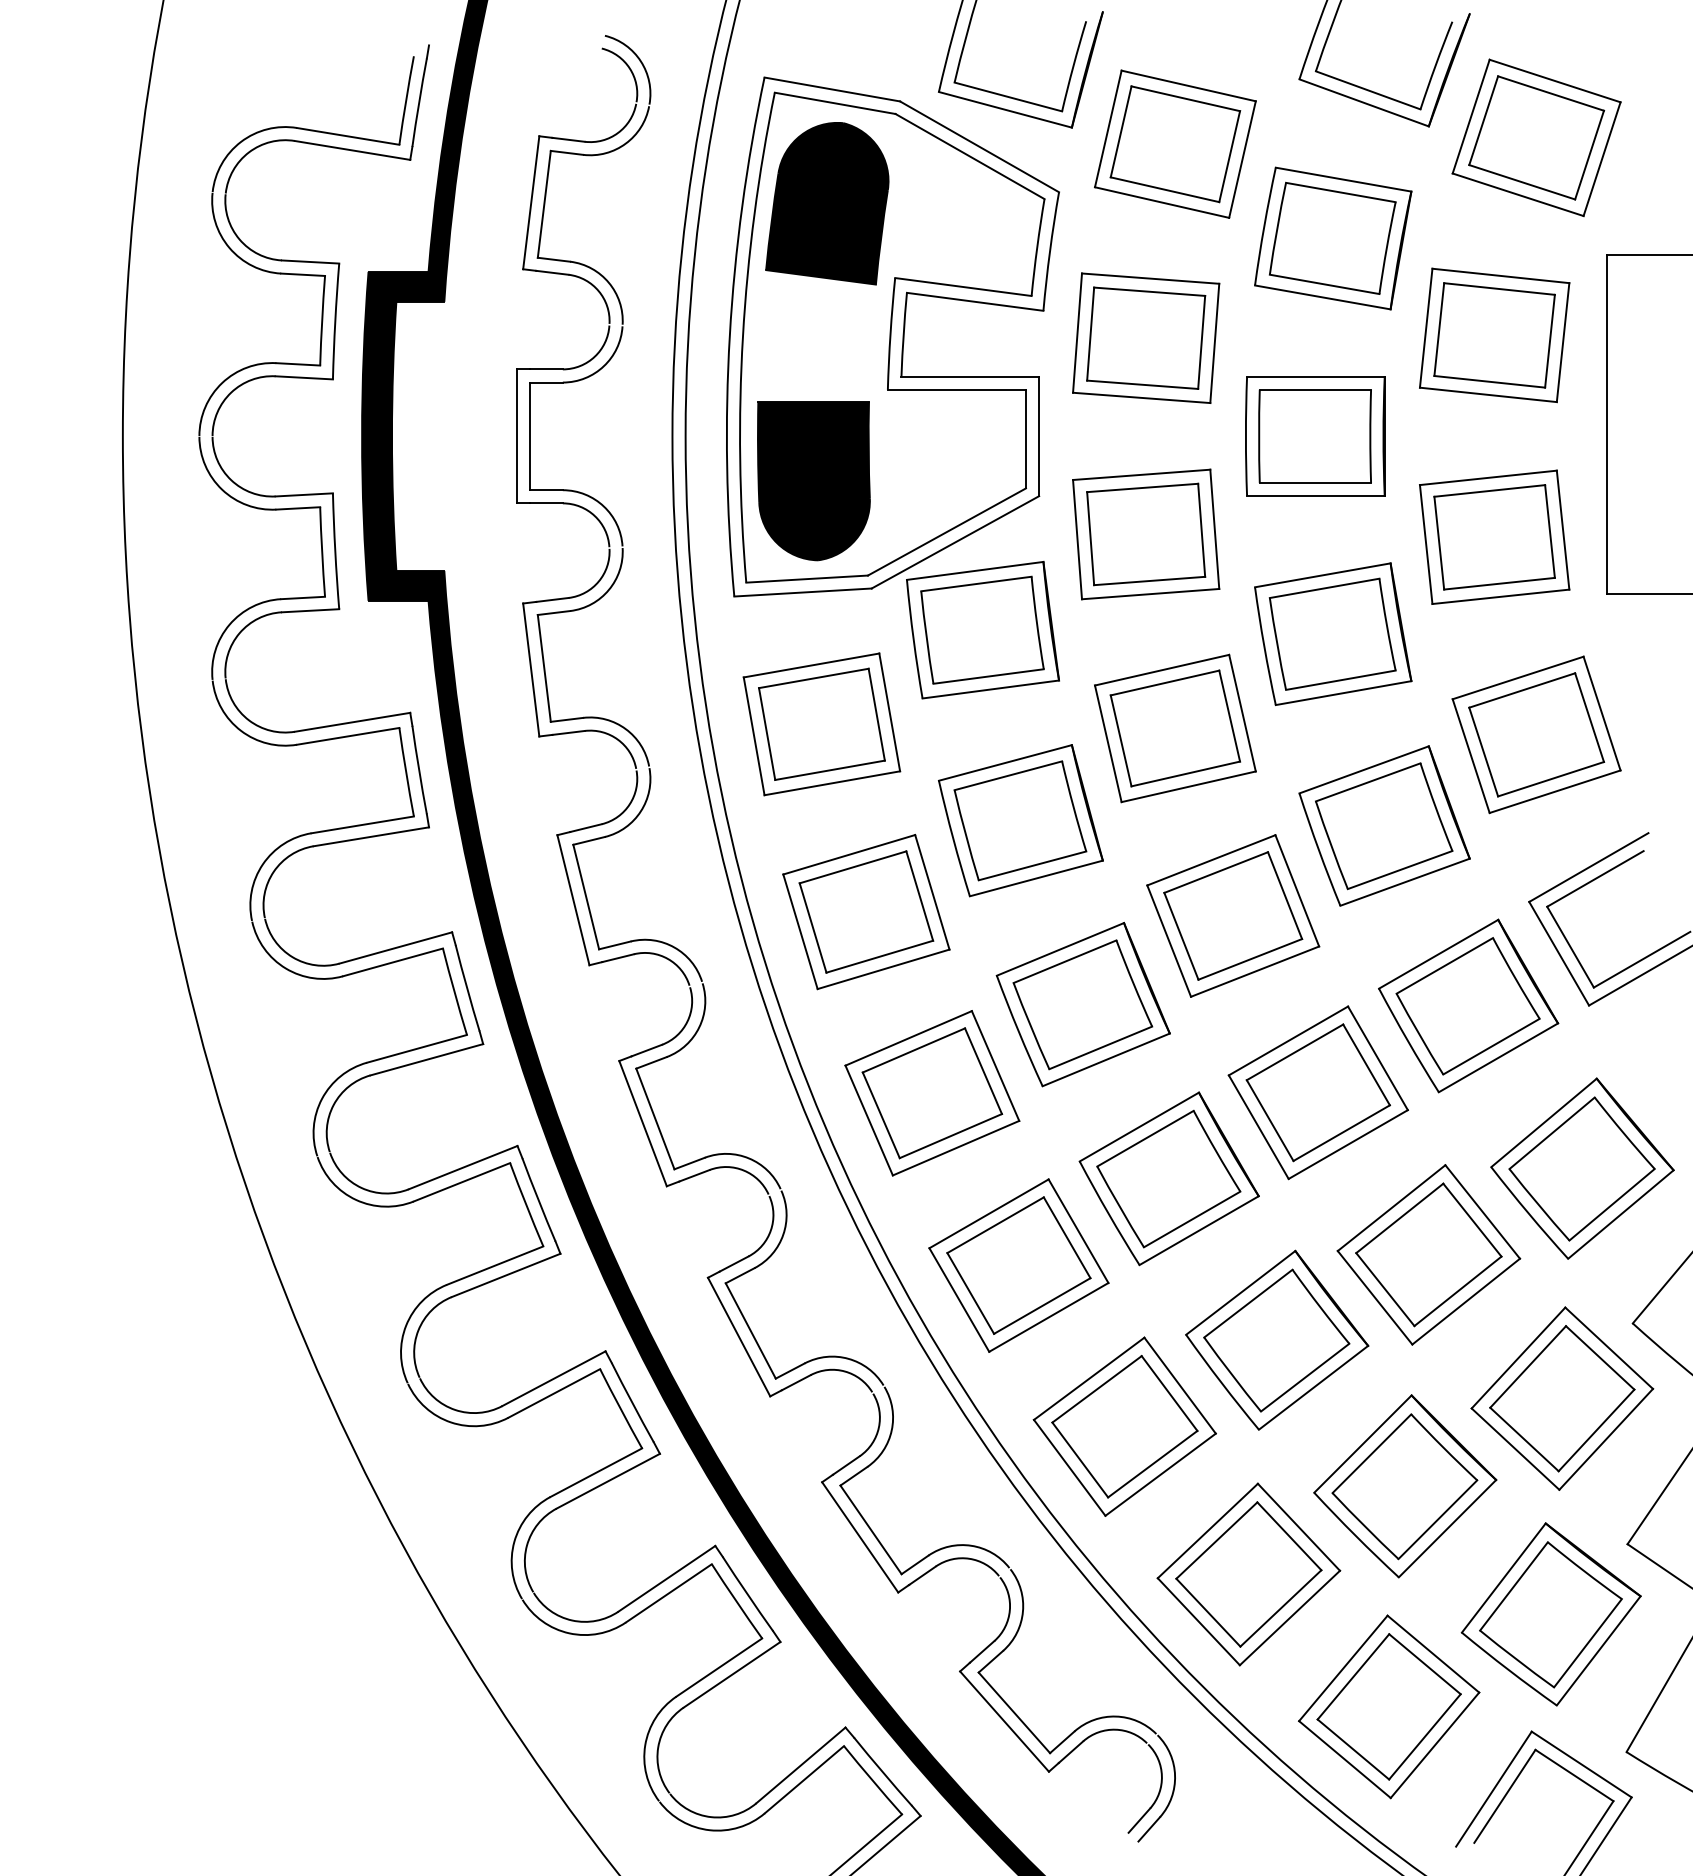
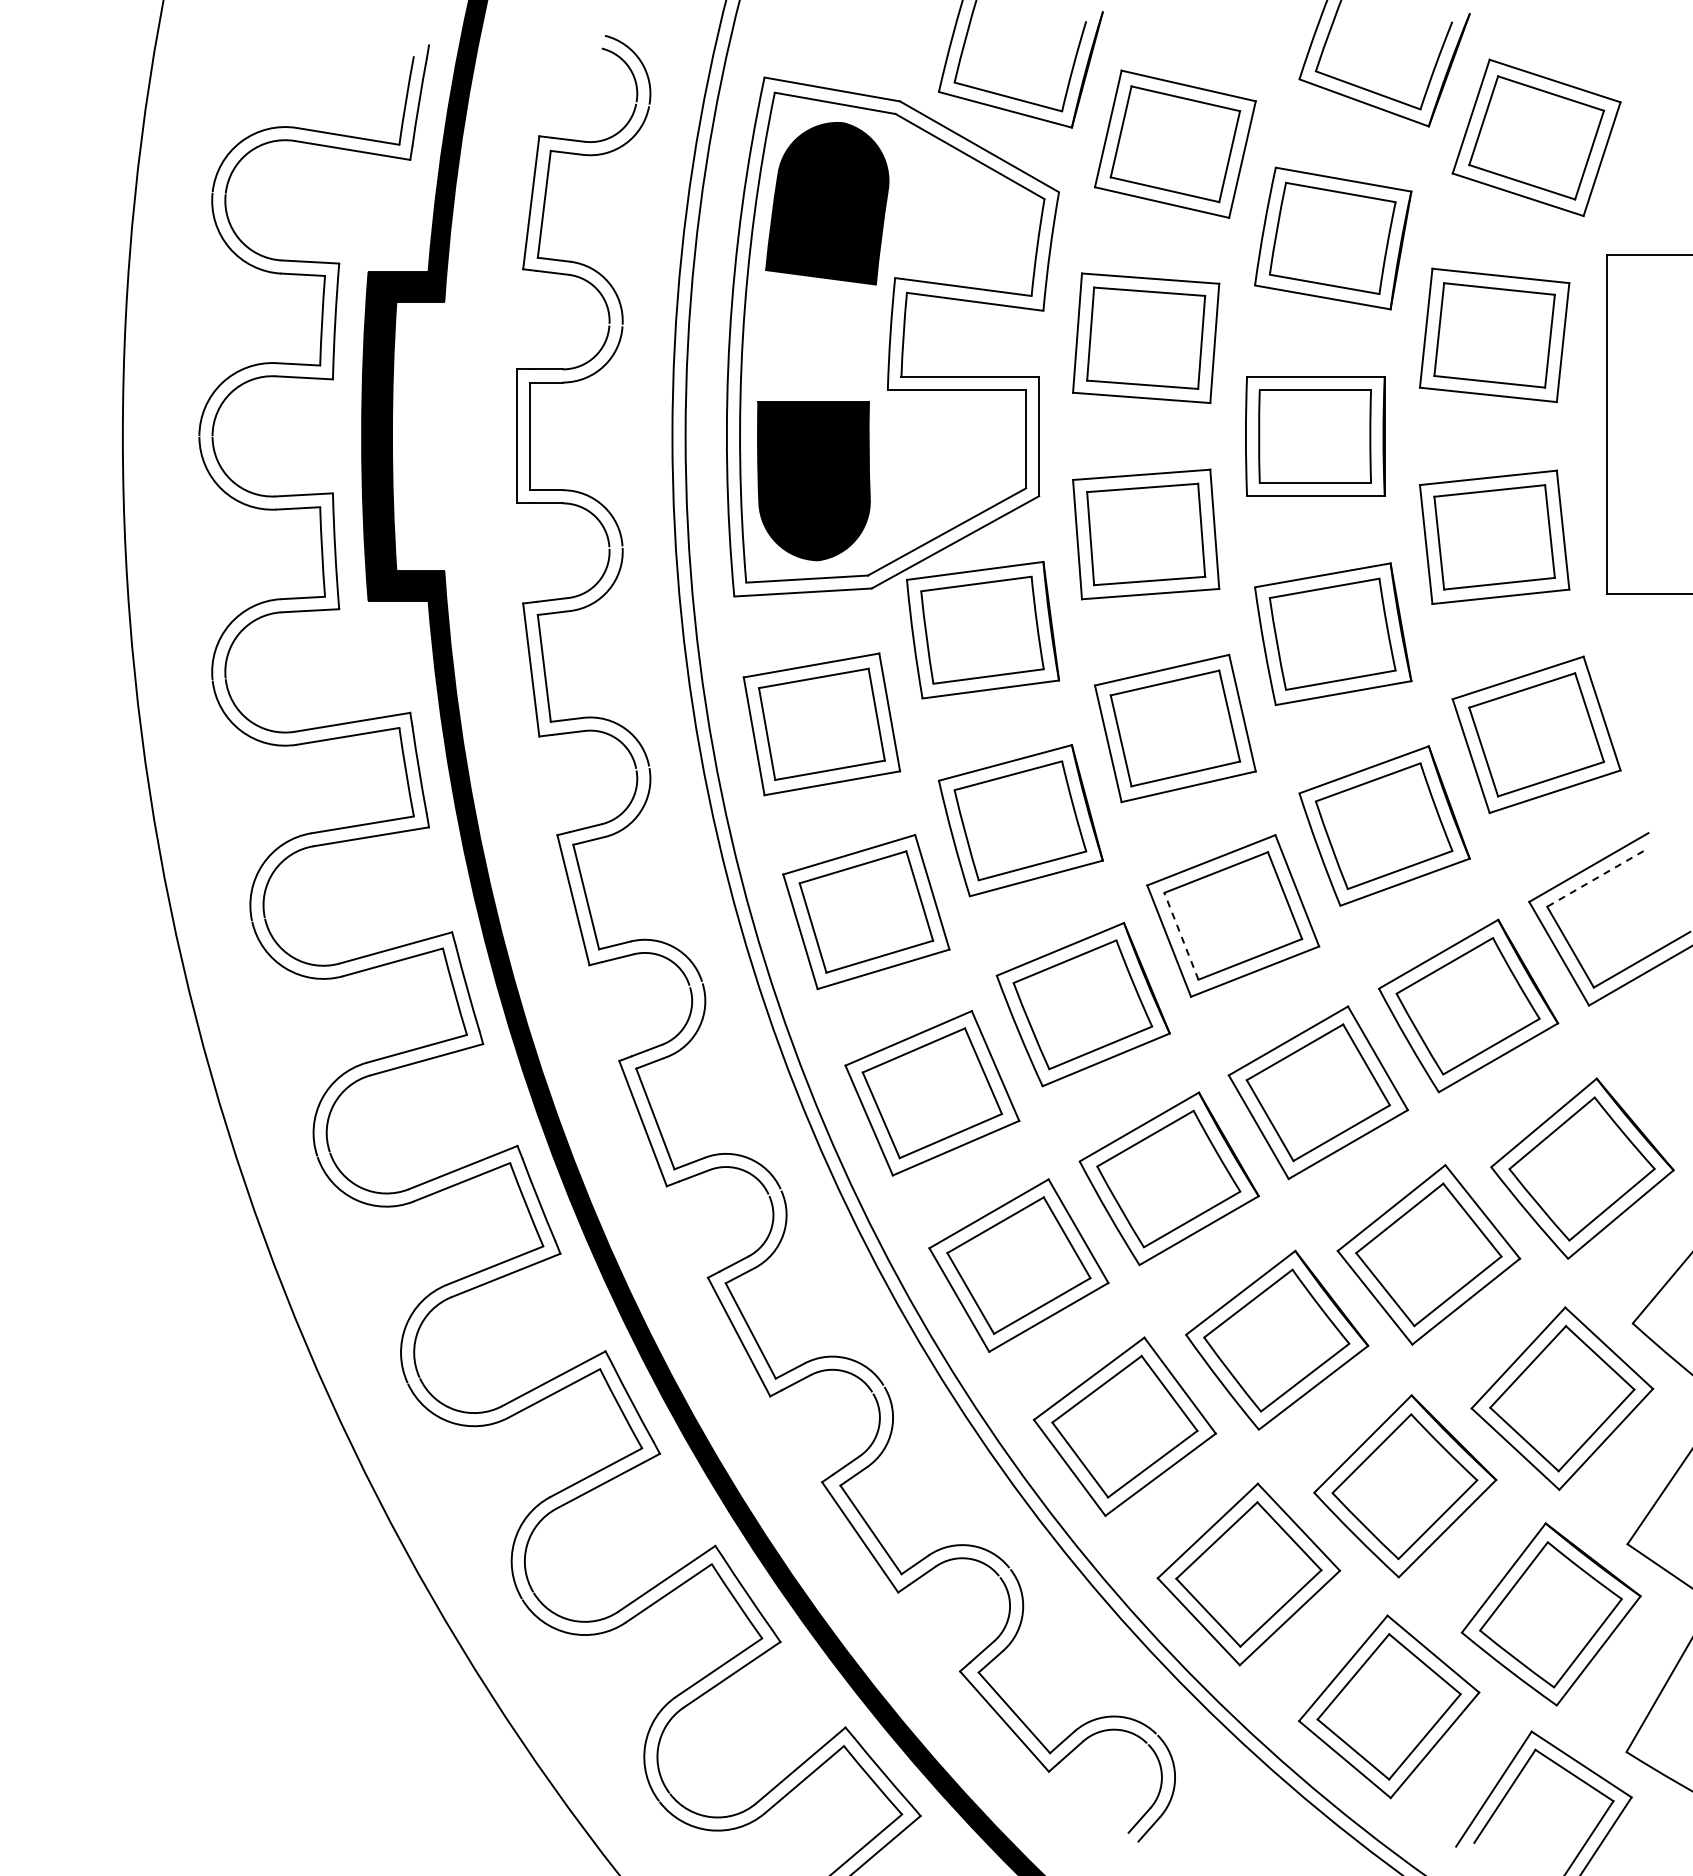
line at (1595, 878): solid -> dashed
line at (1181, 936): solid -> dashed
